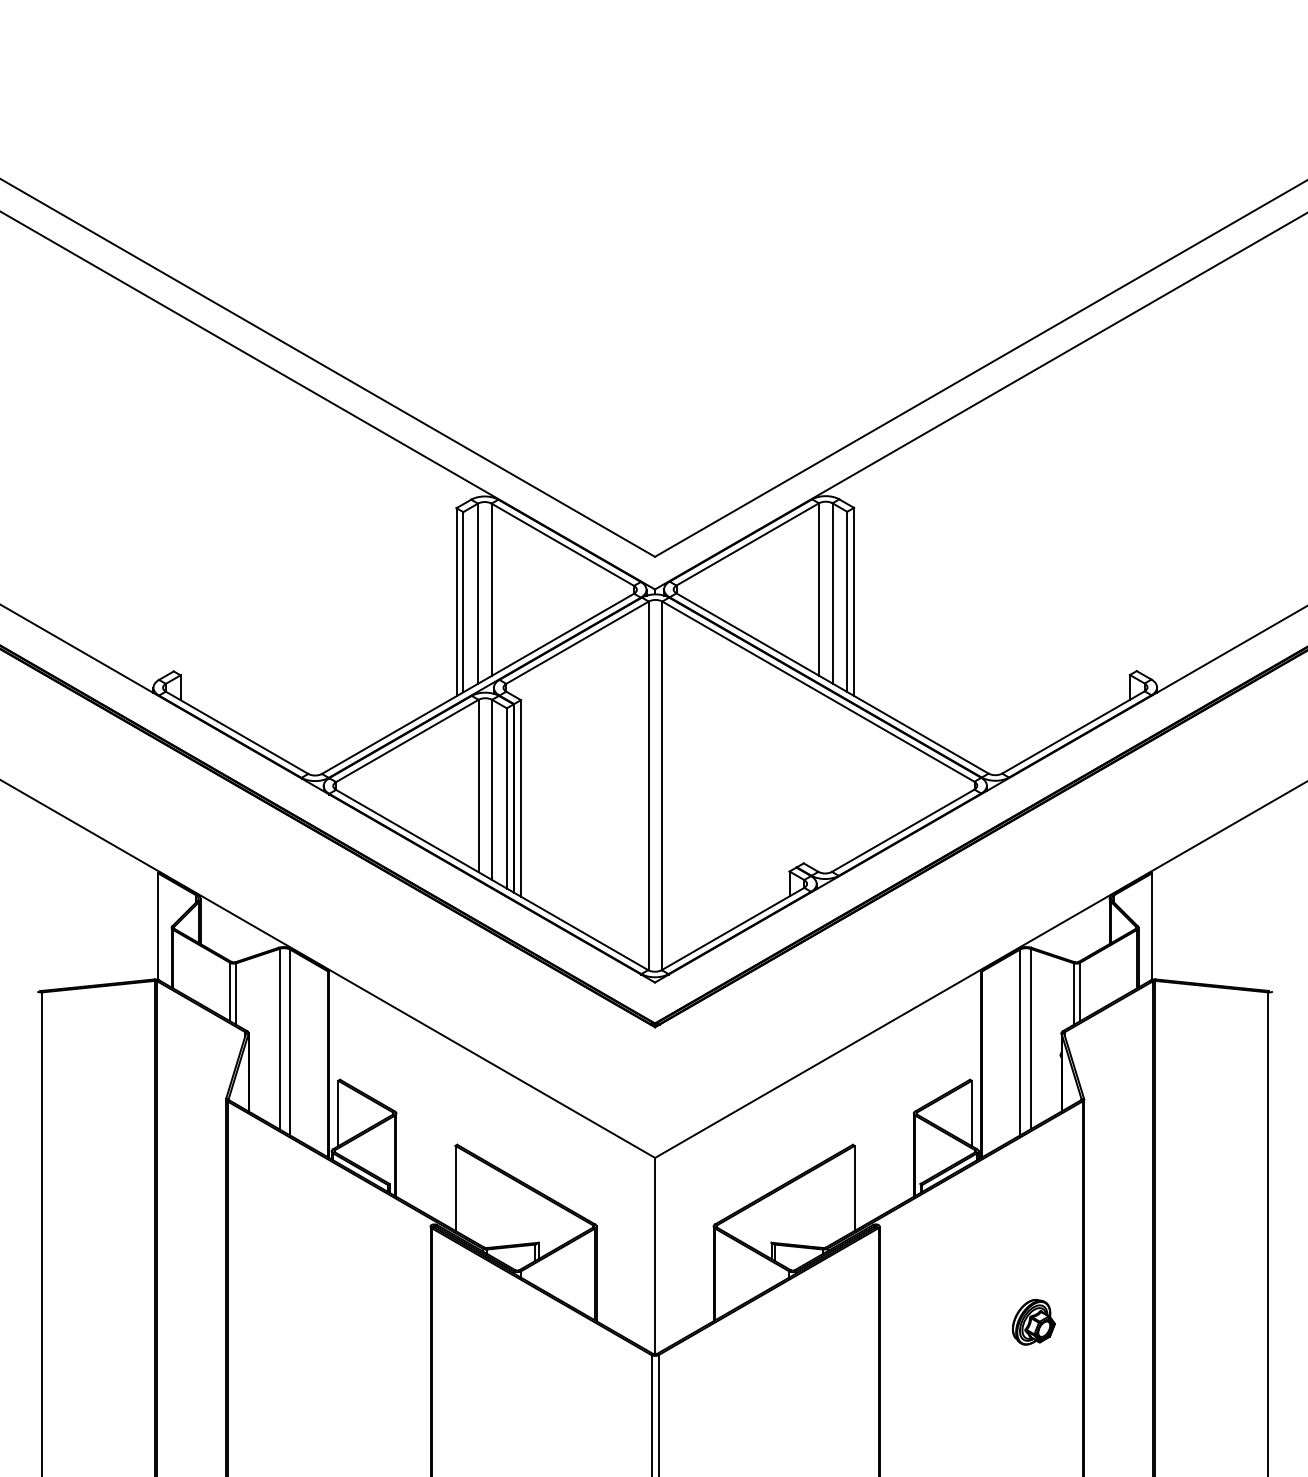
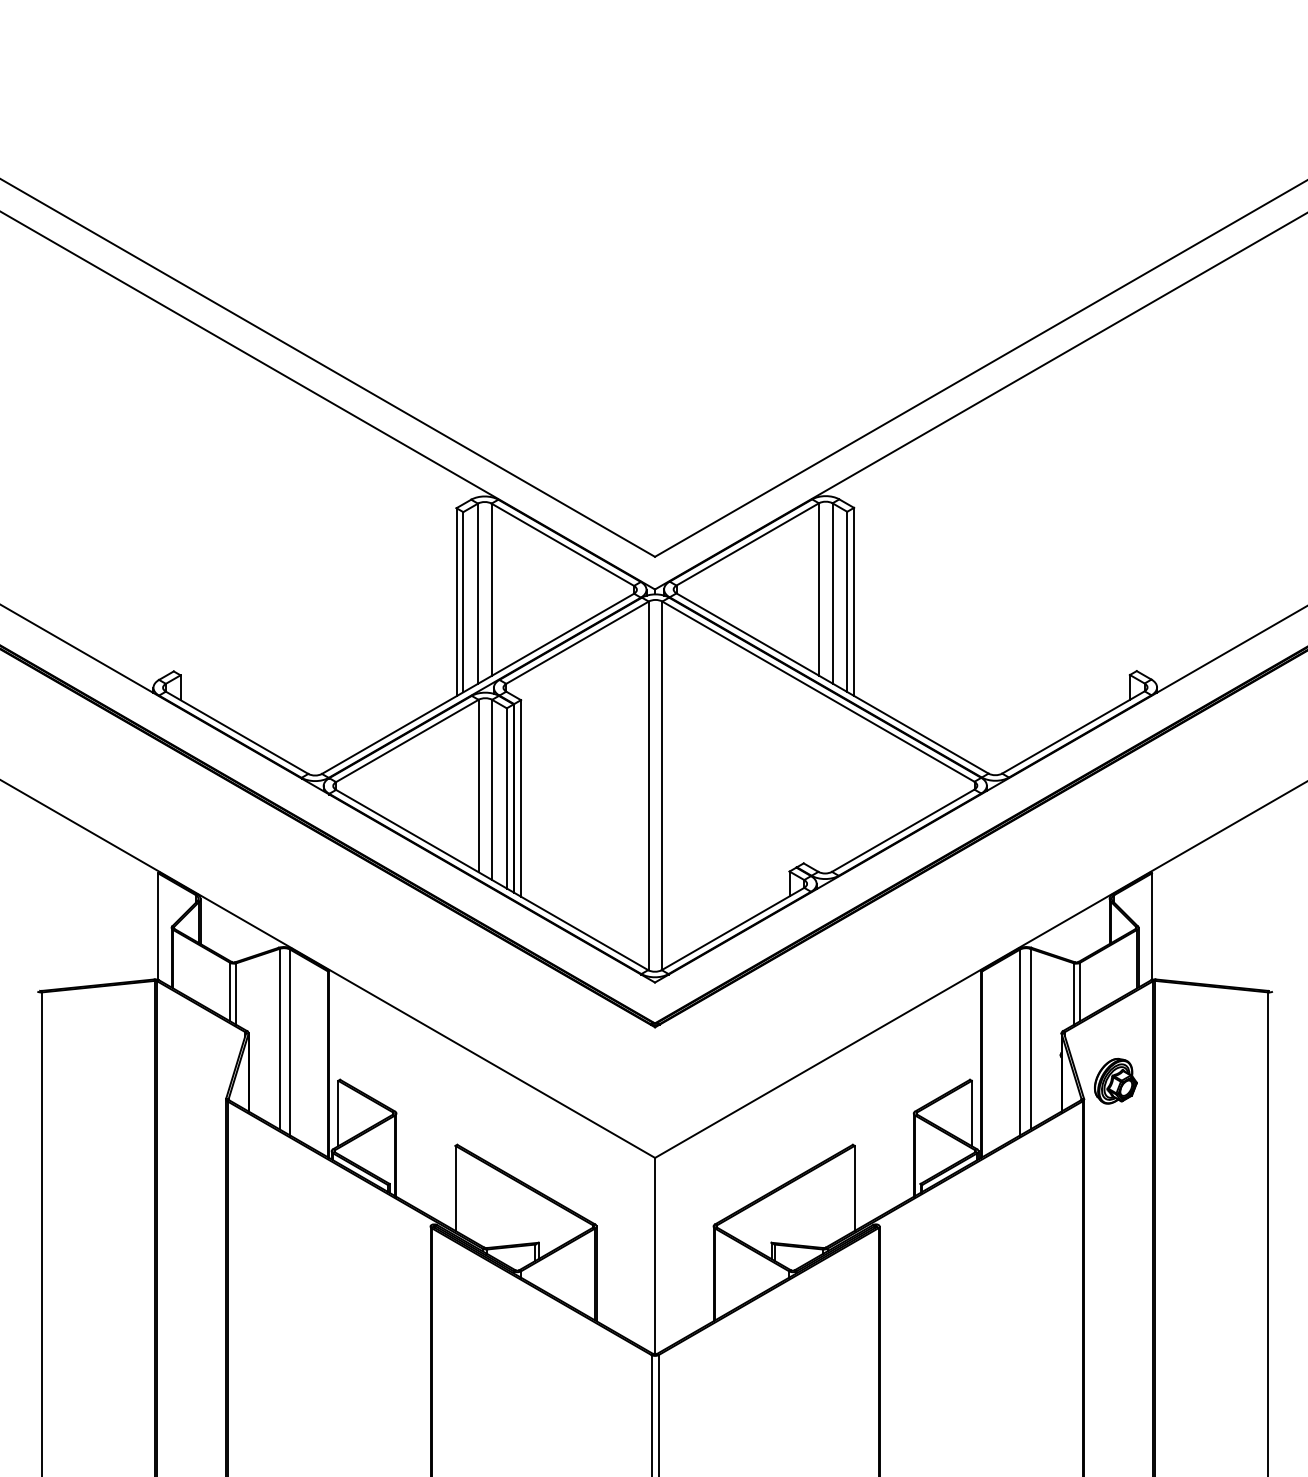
part at (1033, 1321) position: (1033, 1321) -> (1115, 1080)
